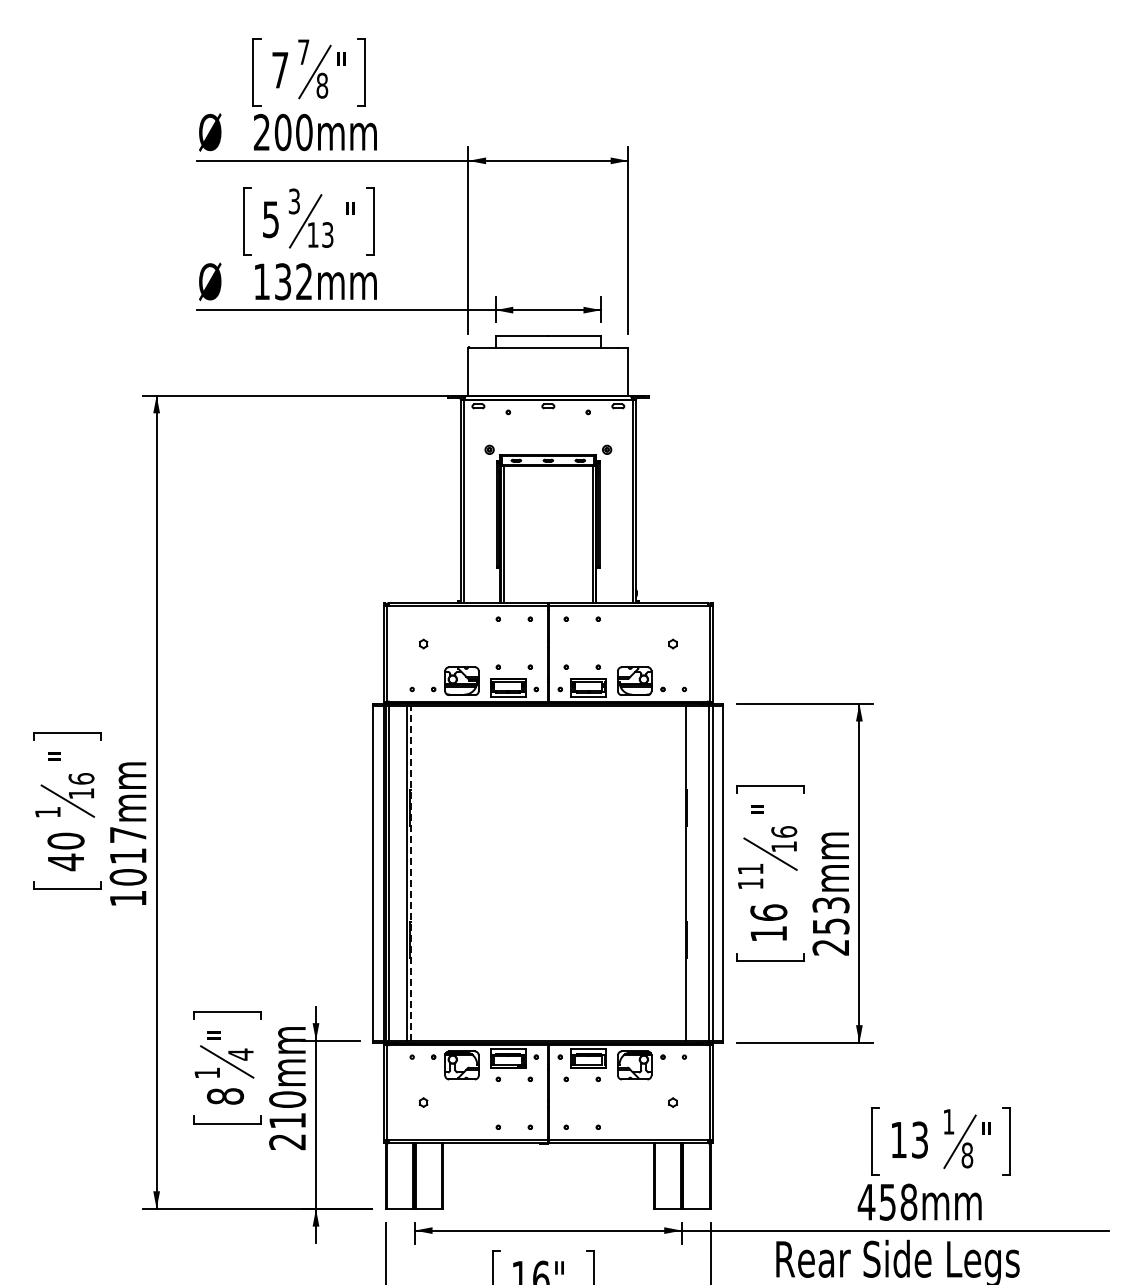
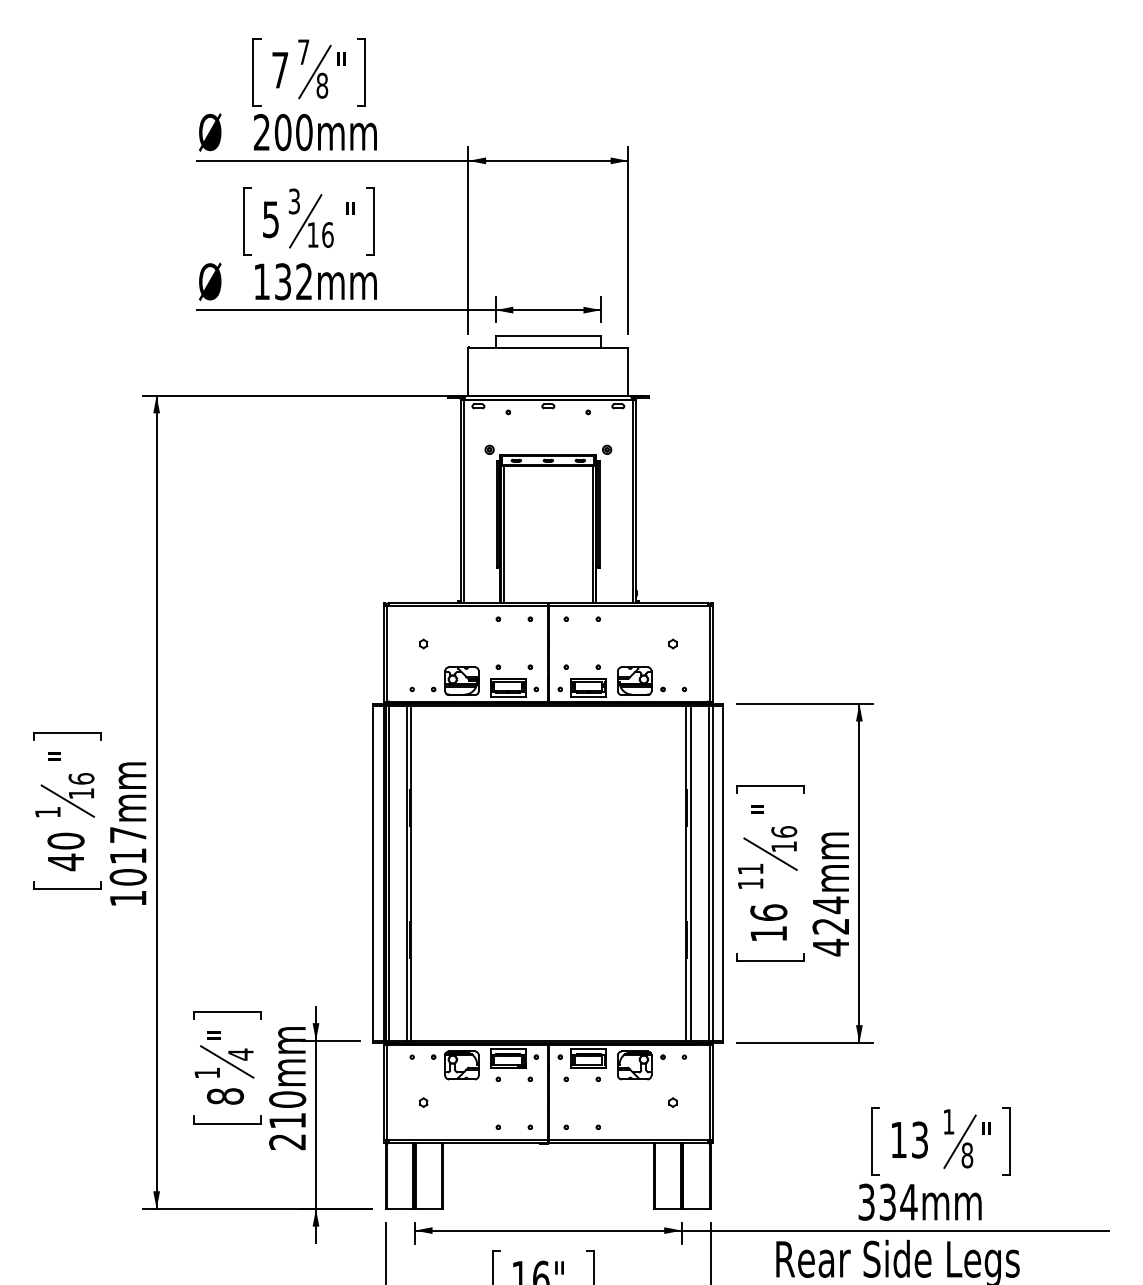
text at (327, 234): 13 -> 16
line at (411, 872): dashed -> solid
line at (691, 872): none -> present
text at (830, 926): 253mm -> 424mm
text at (887, 1201): 458mm -> 334mm
